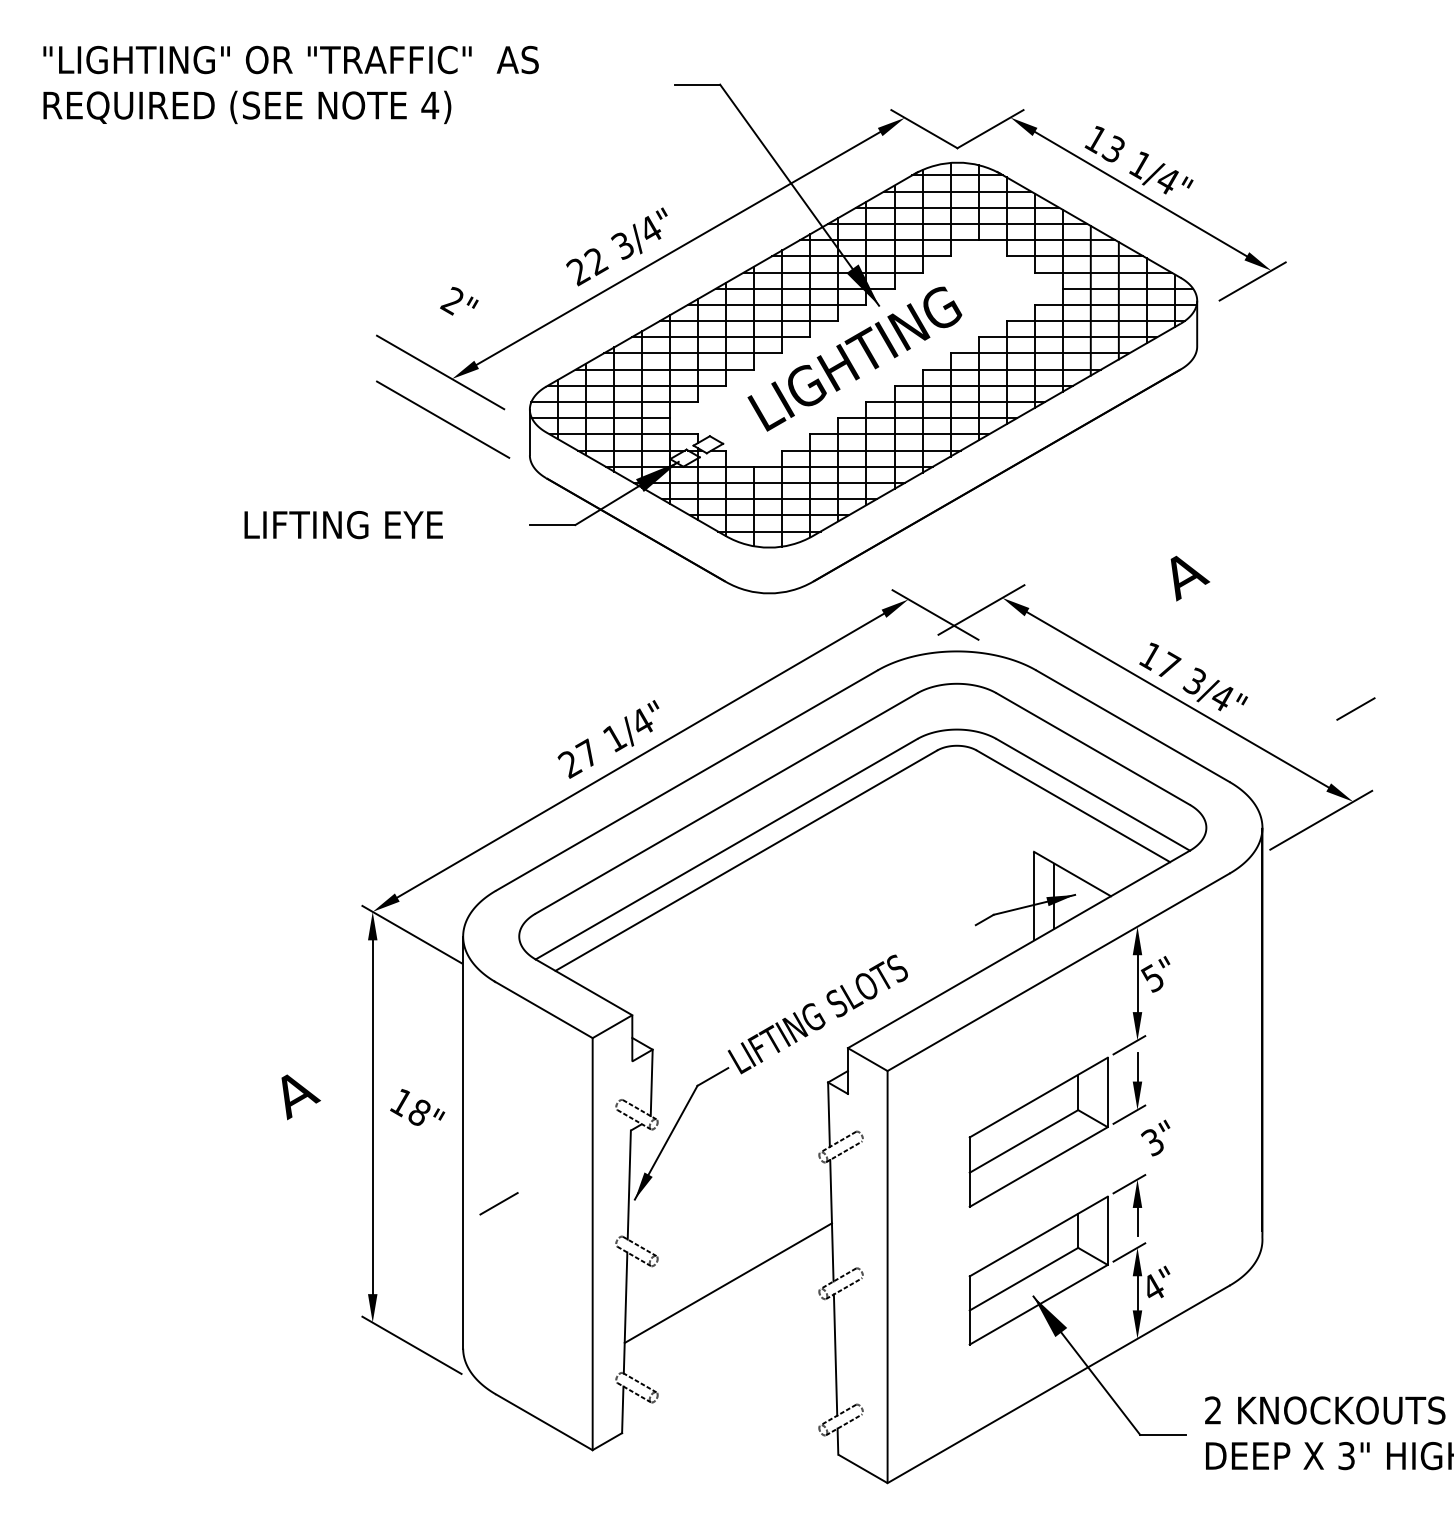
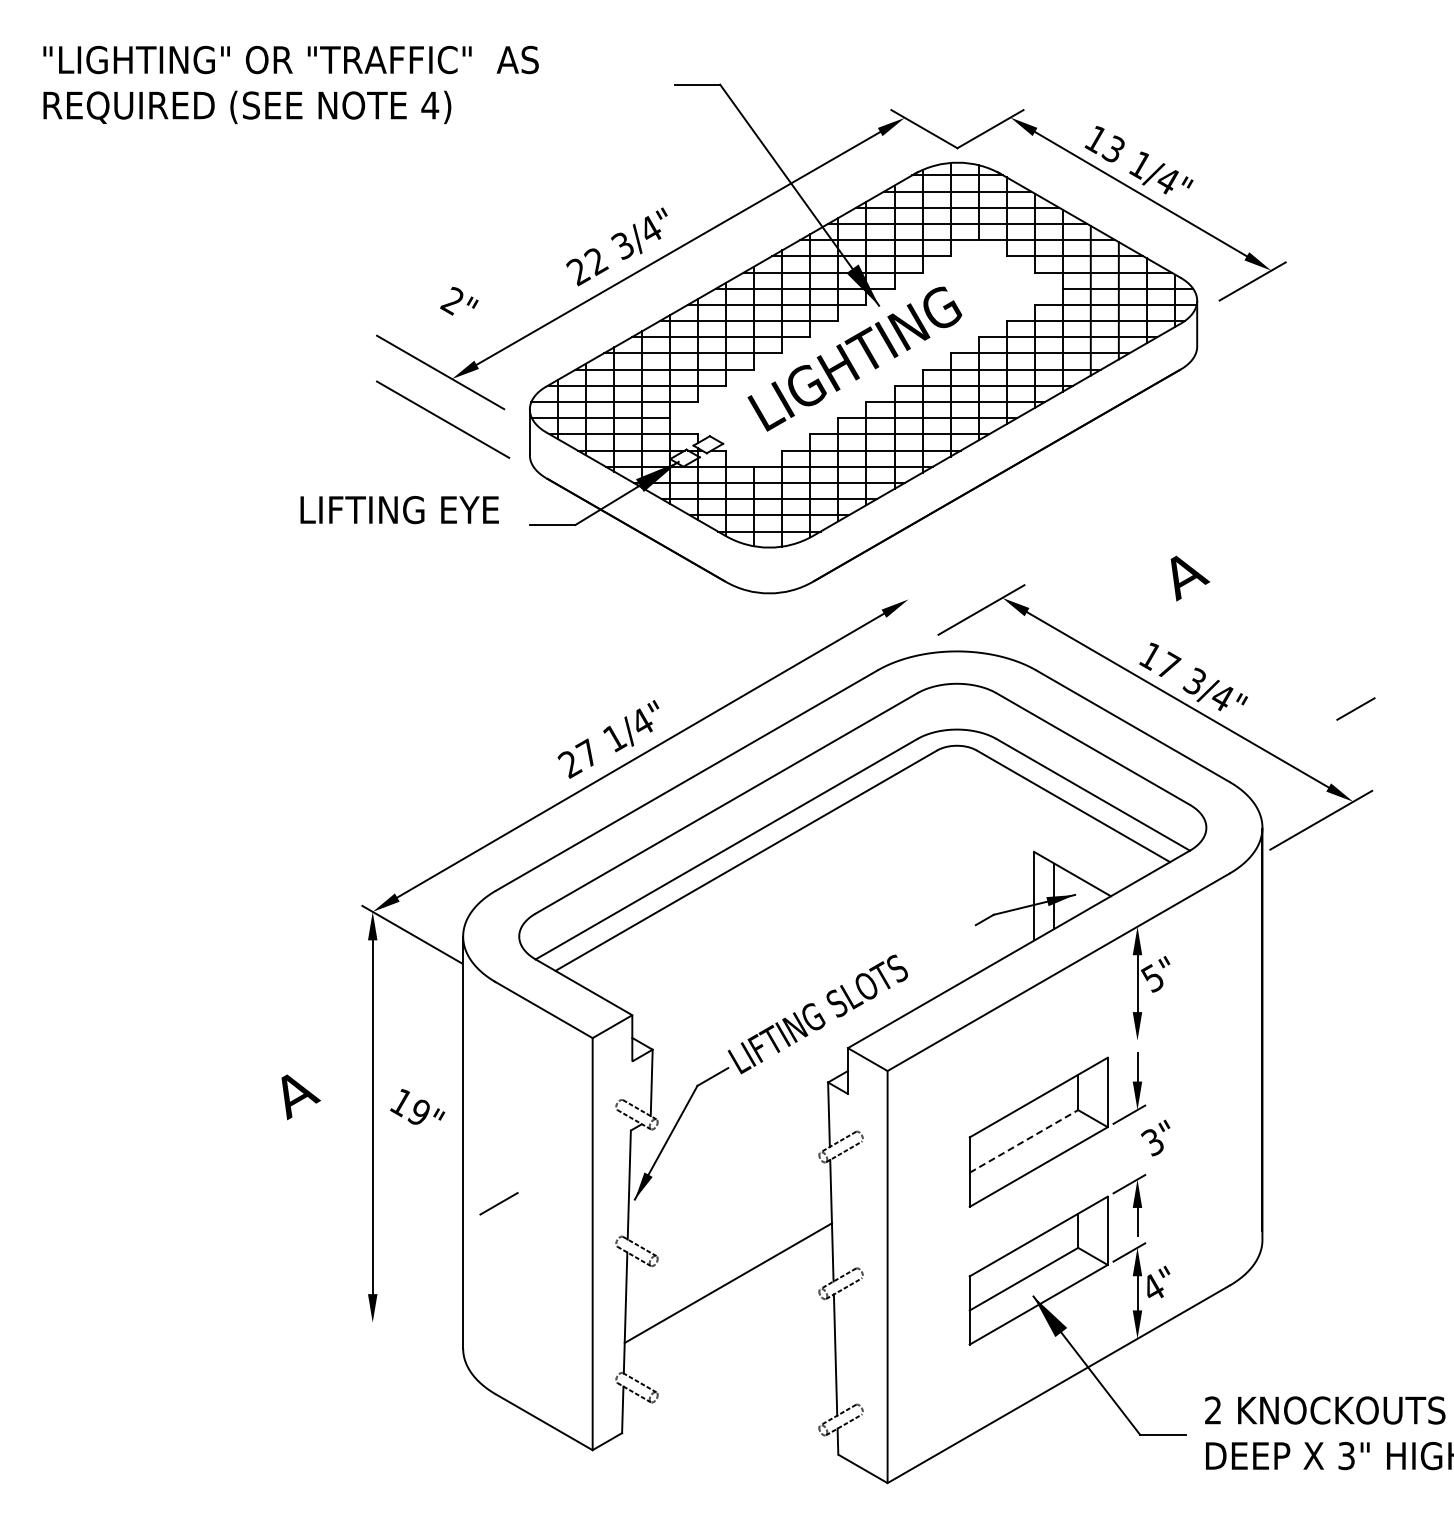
text at (343, 525) position: (343, 525) -> (399, 510)
line at (935, 614): present -> none
line at (1129, 1045): present -> none
text at (418, 1112): 18" -> 19"
line at (1023, 1141): solid -> dashed
line at (411, 1344): present -> none
